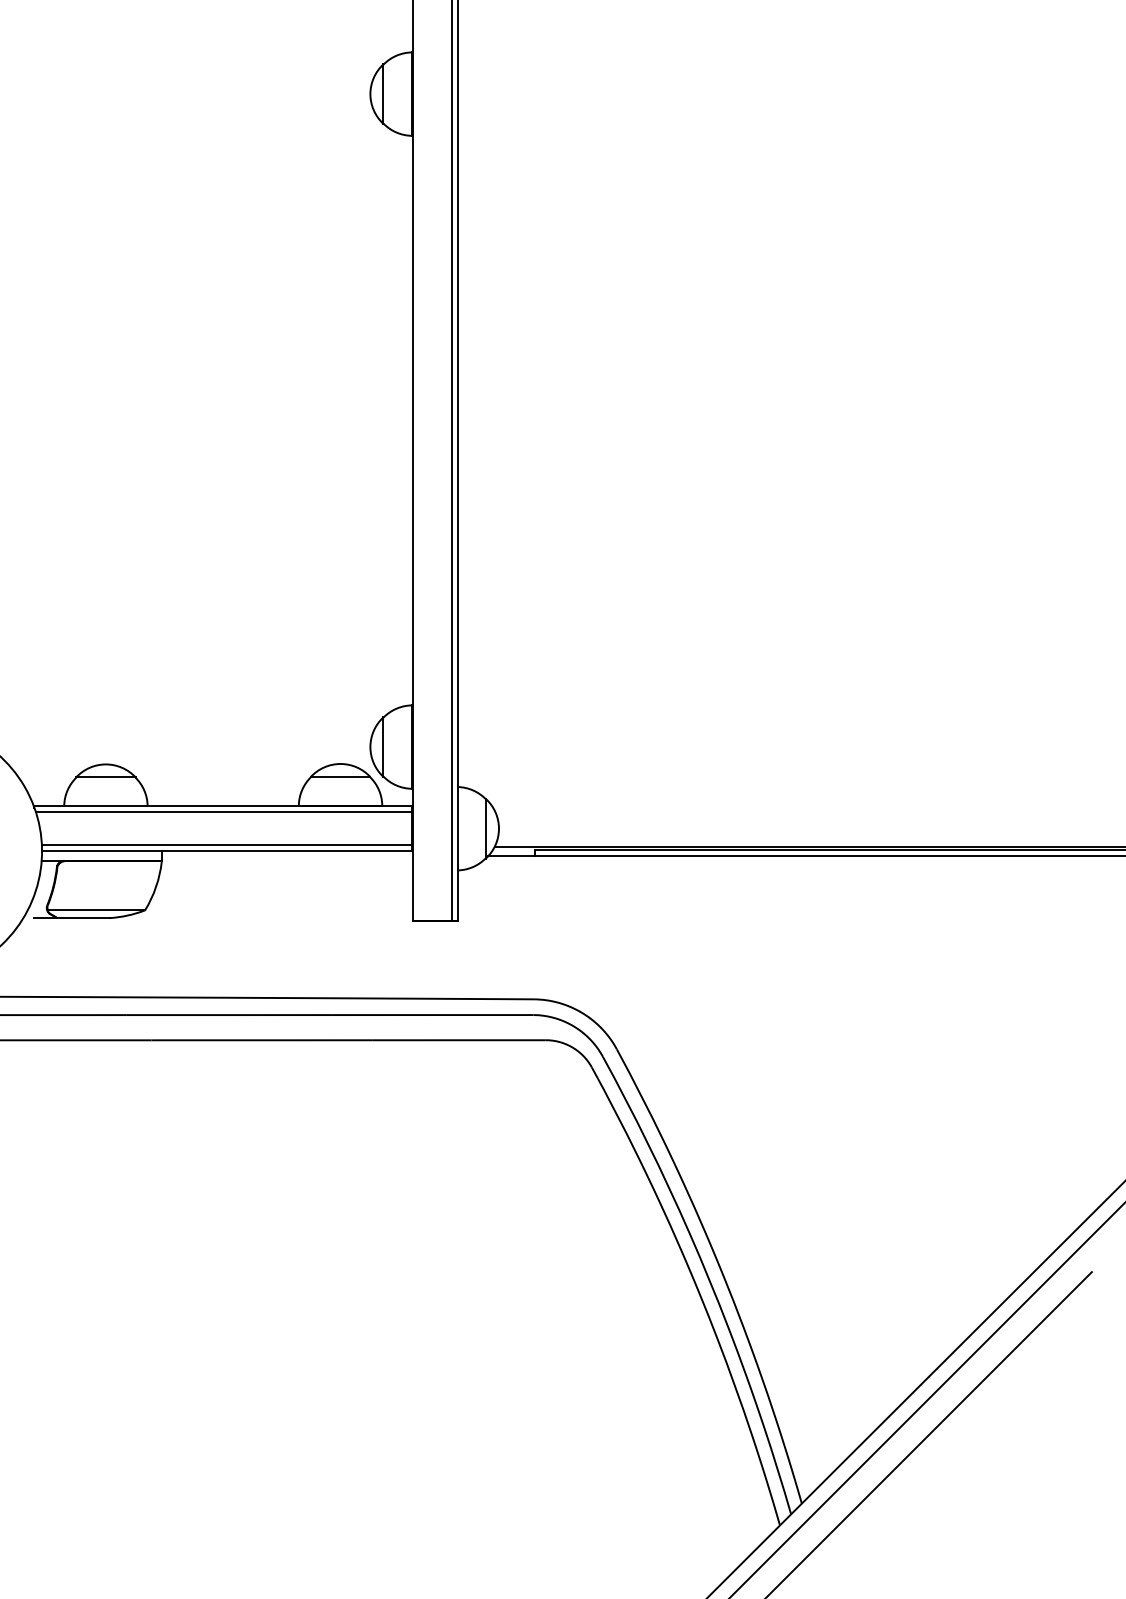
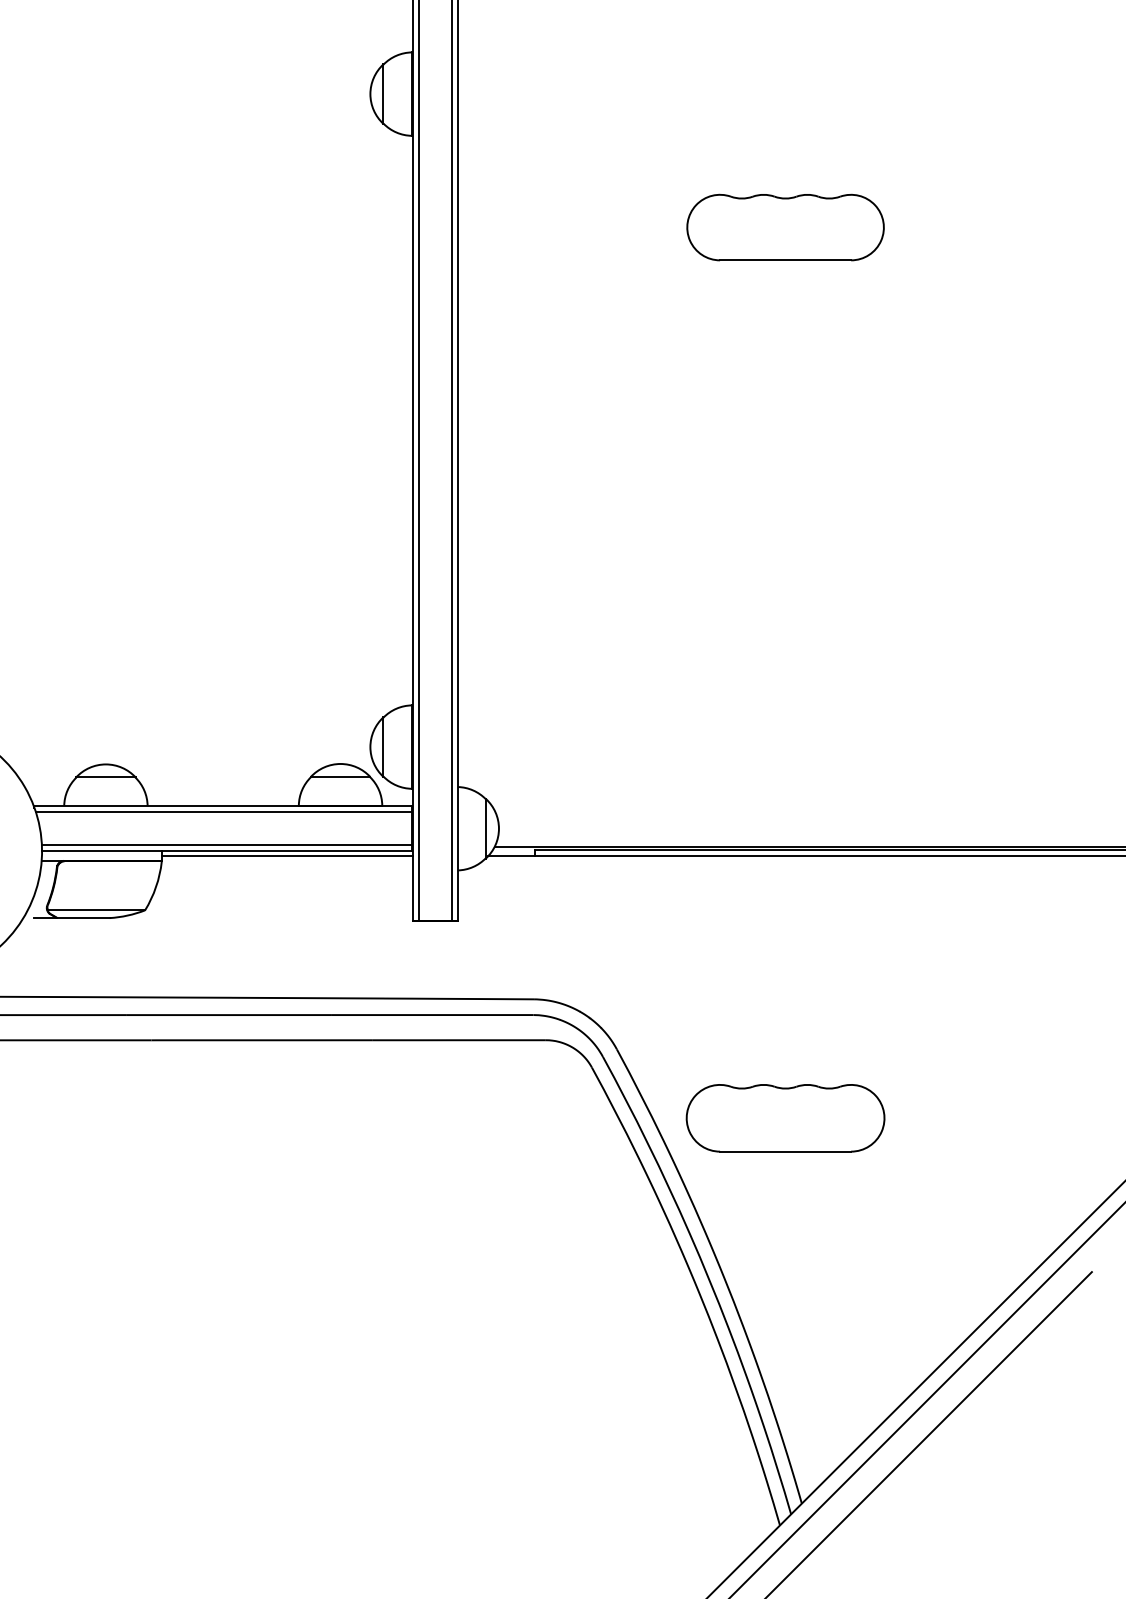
part at (785, 227): none -> present
line at (418, 461): none -> present
line at (286, 856): none -> present
part at (785, 1118): none -> present
